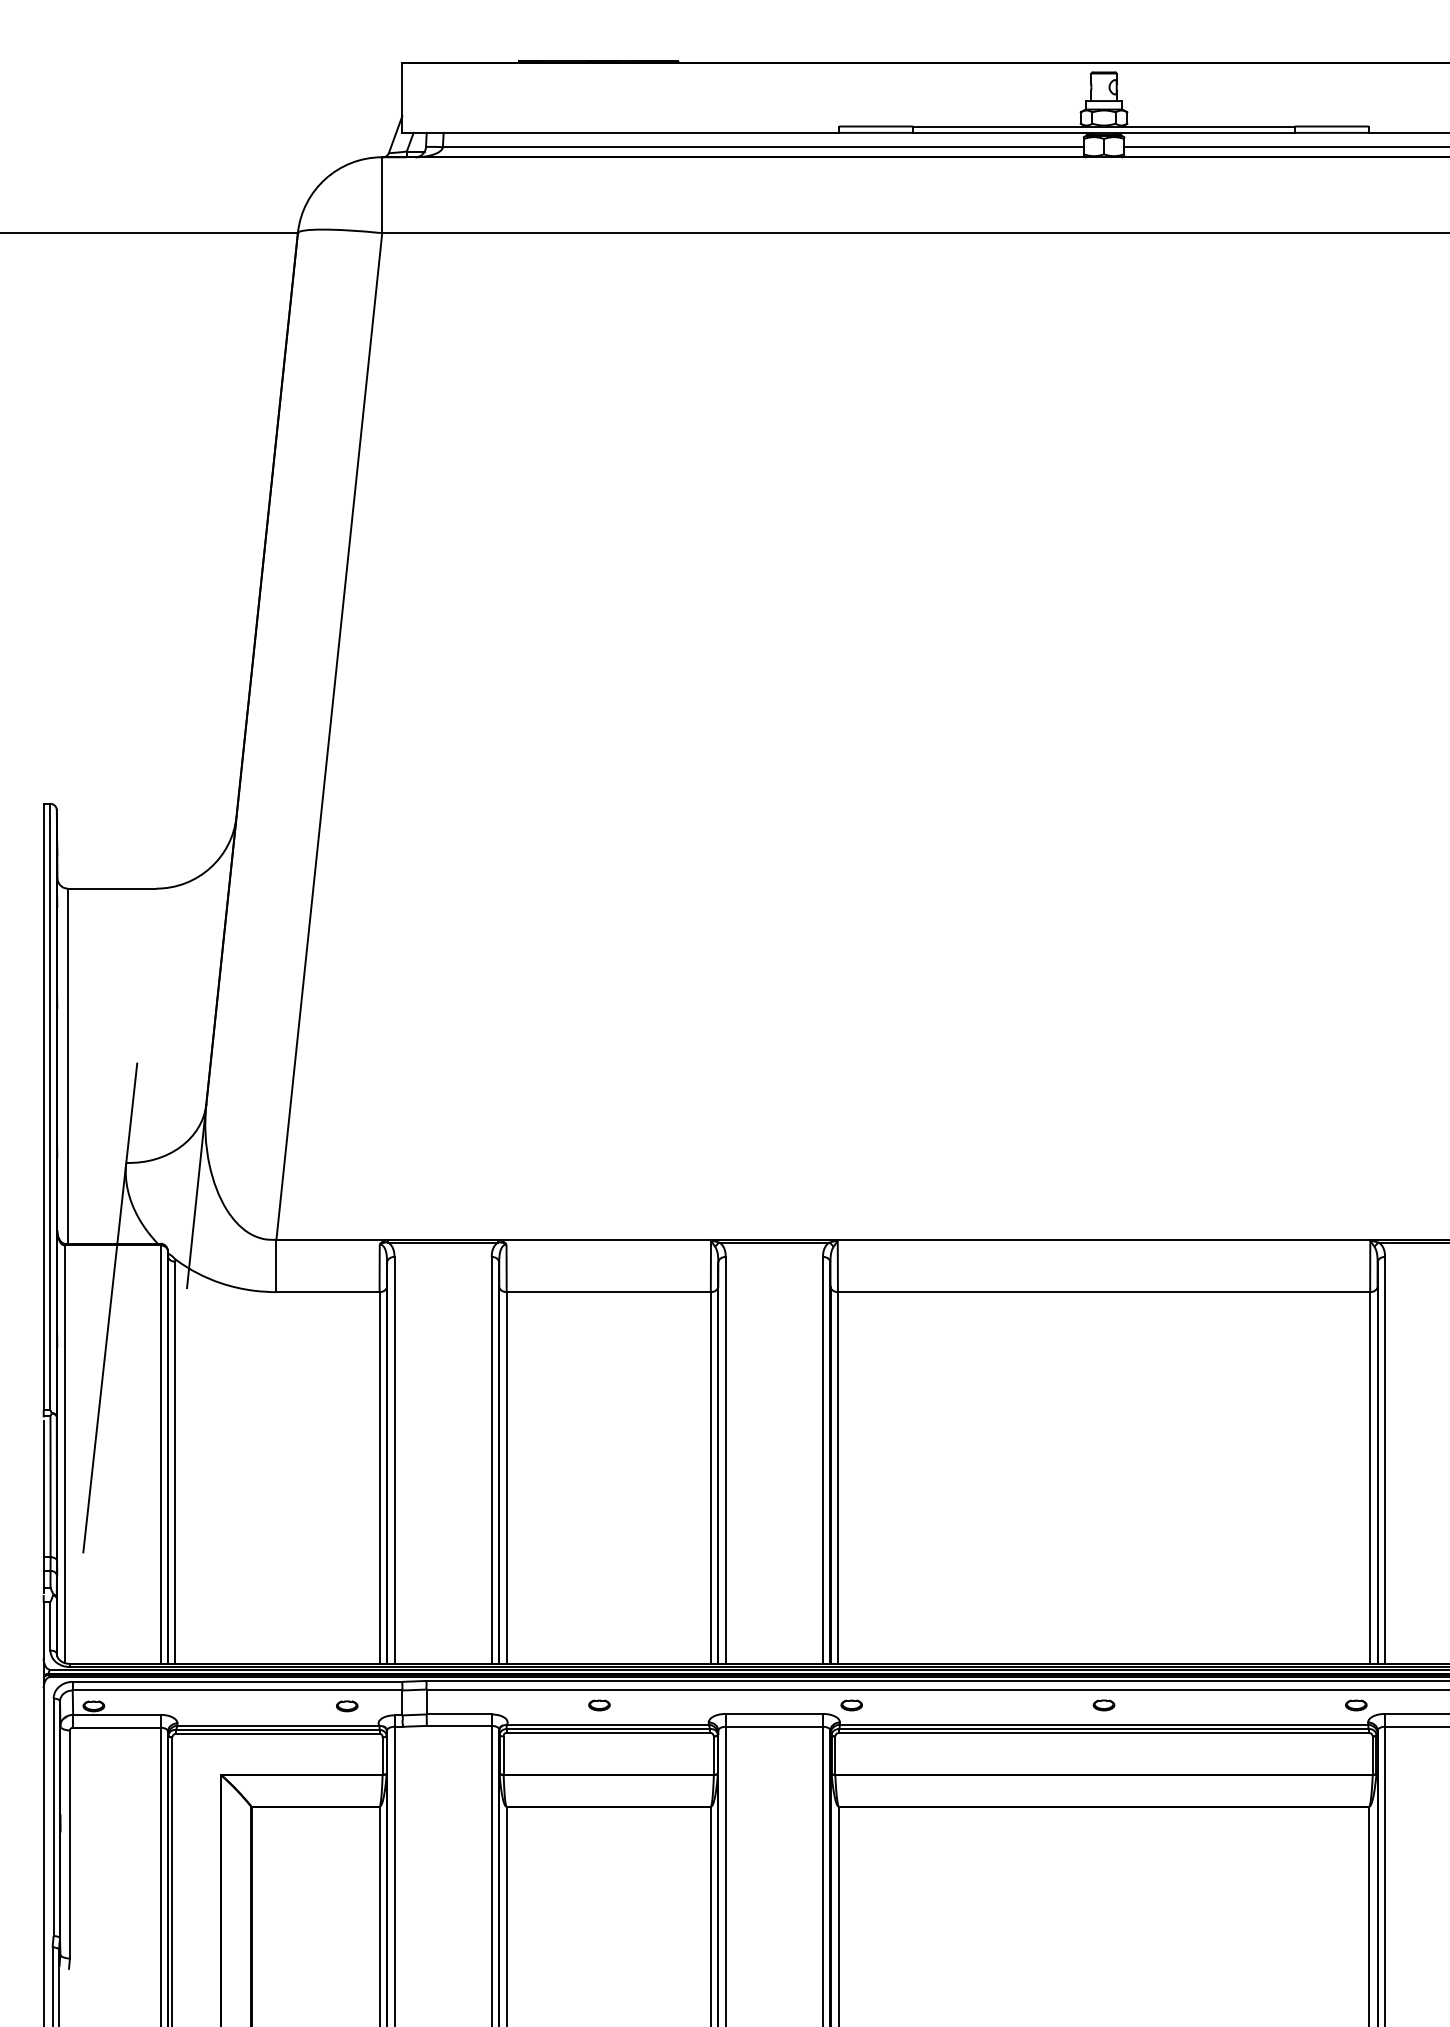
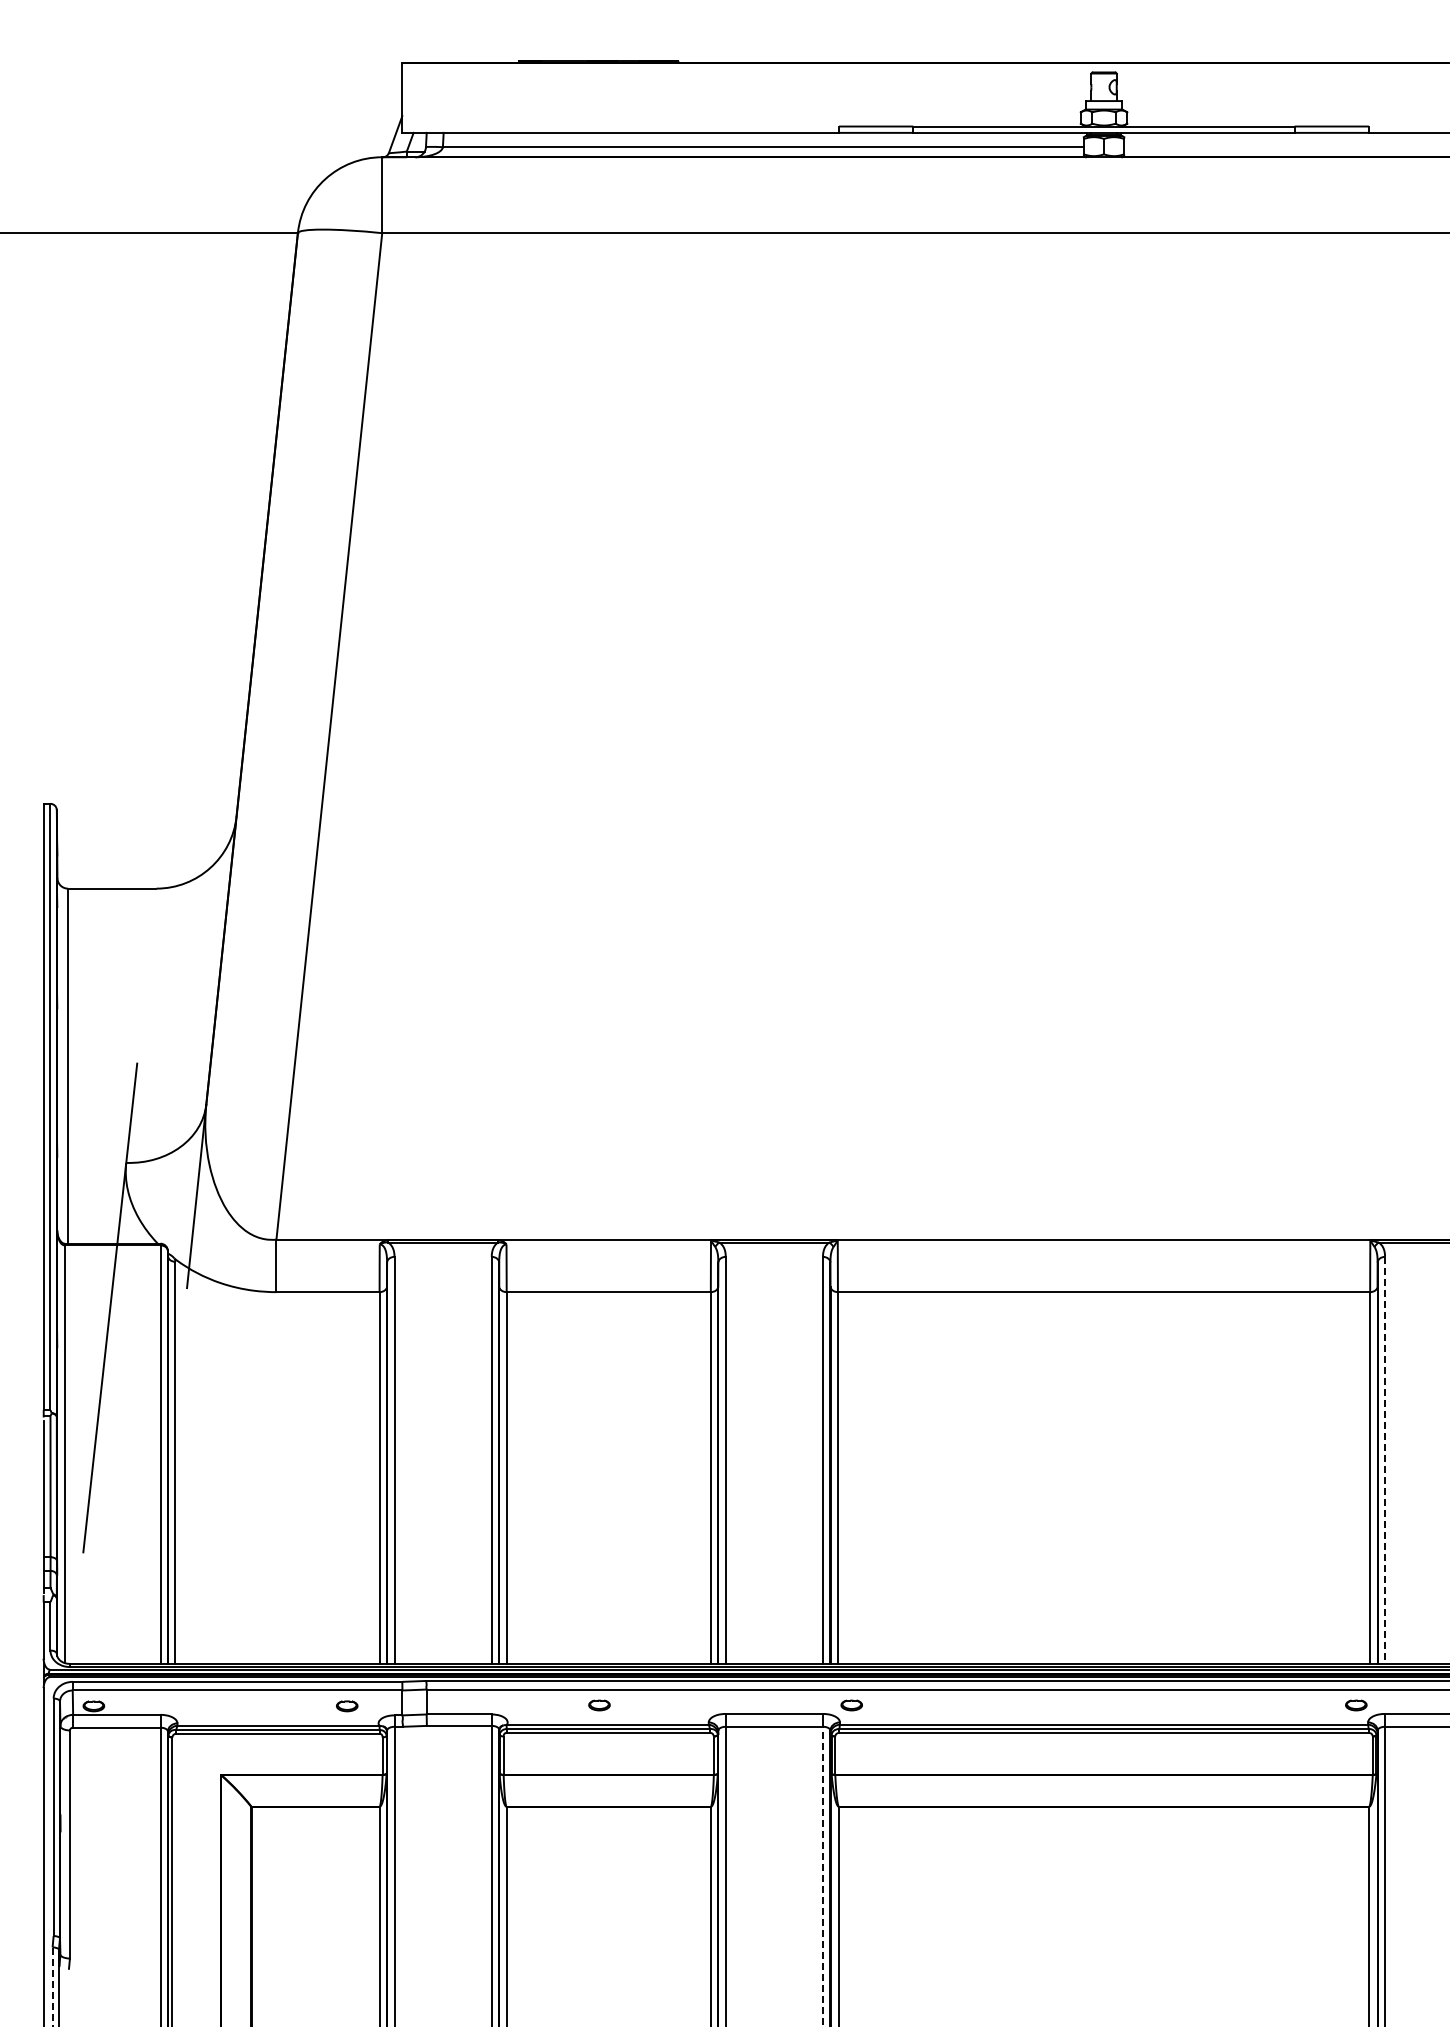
line at (1285, 147): present -> none
line at (1385, 1460): solid -> dashed
part at (1103, 1705): present -> none
line at (823, 1876): solid -> dashed
line at (52, 1986): solid -> dashed
